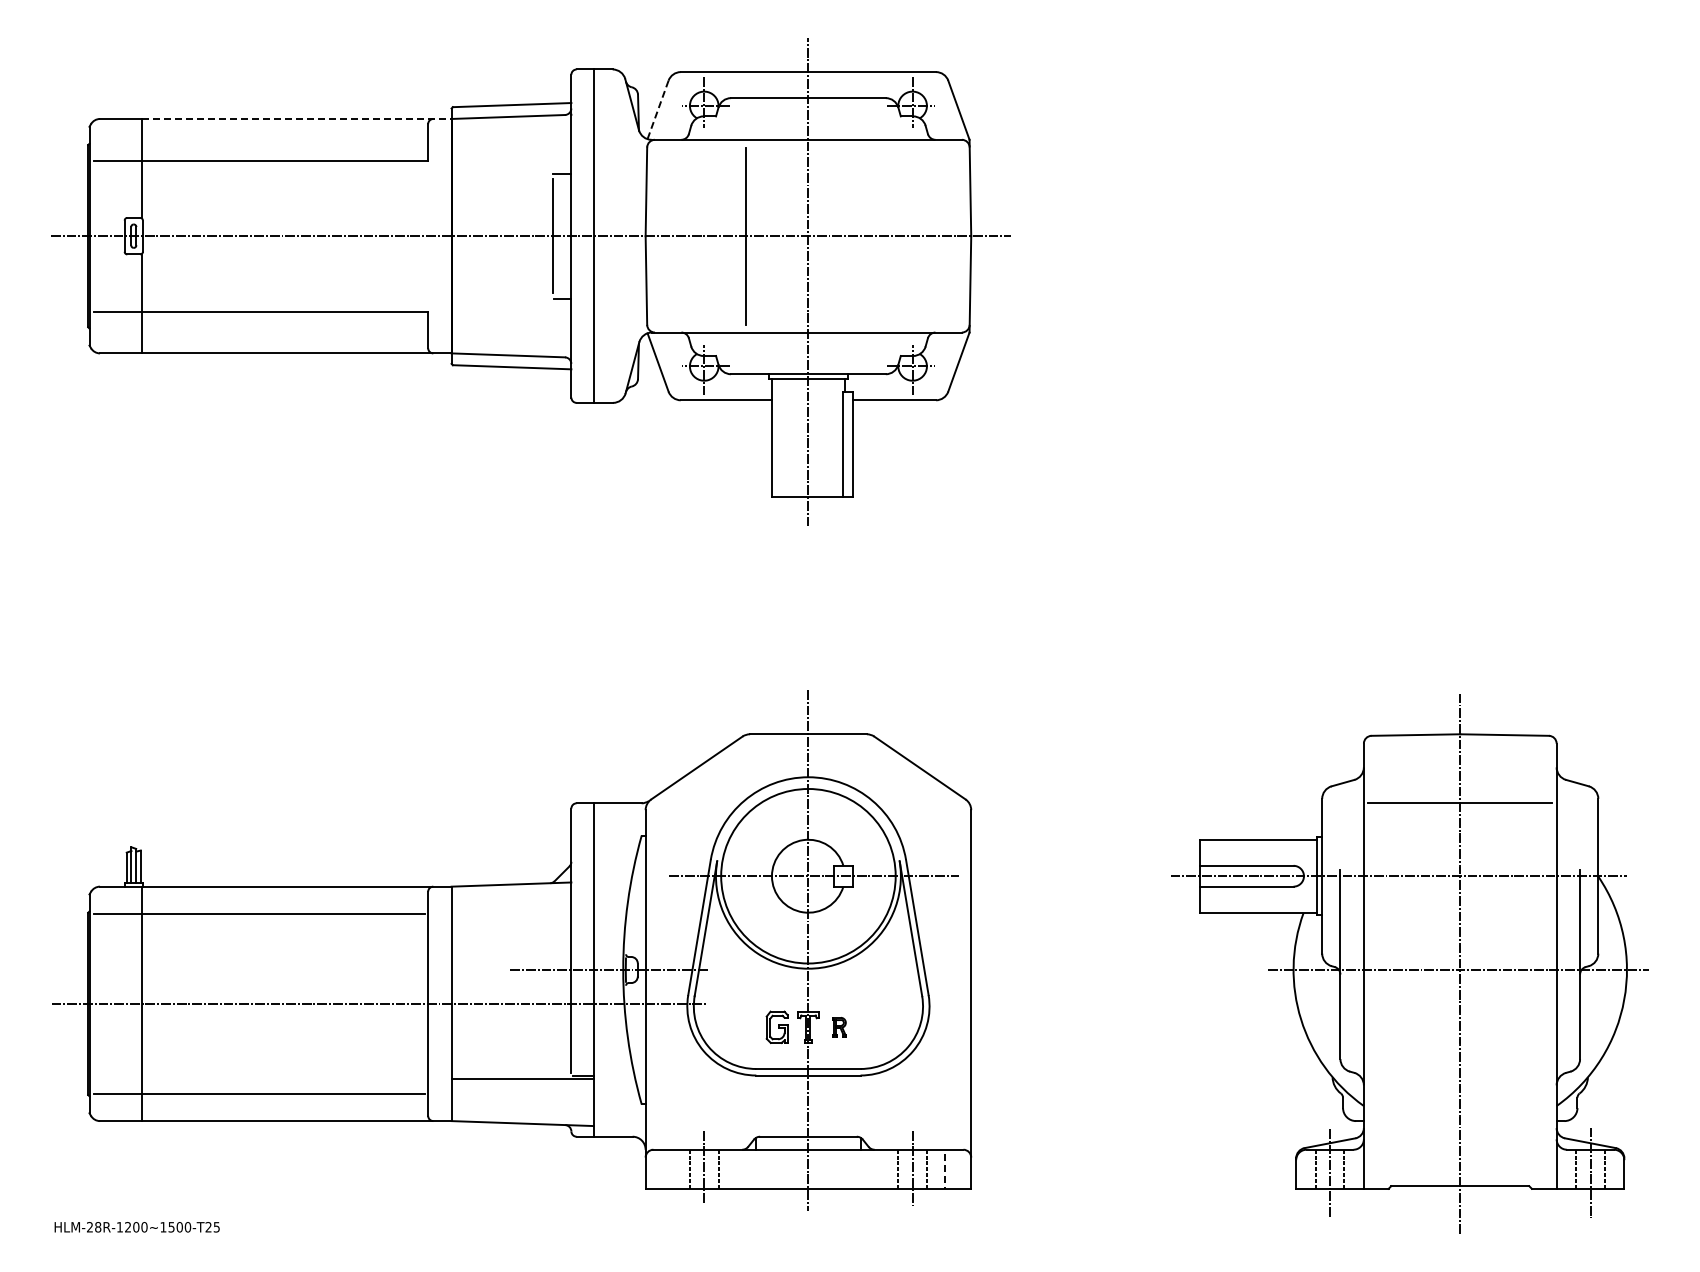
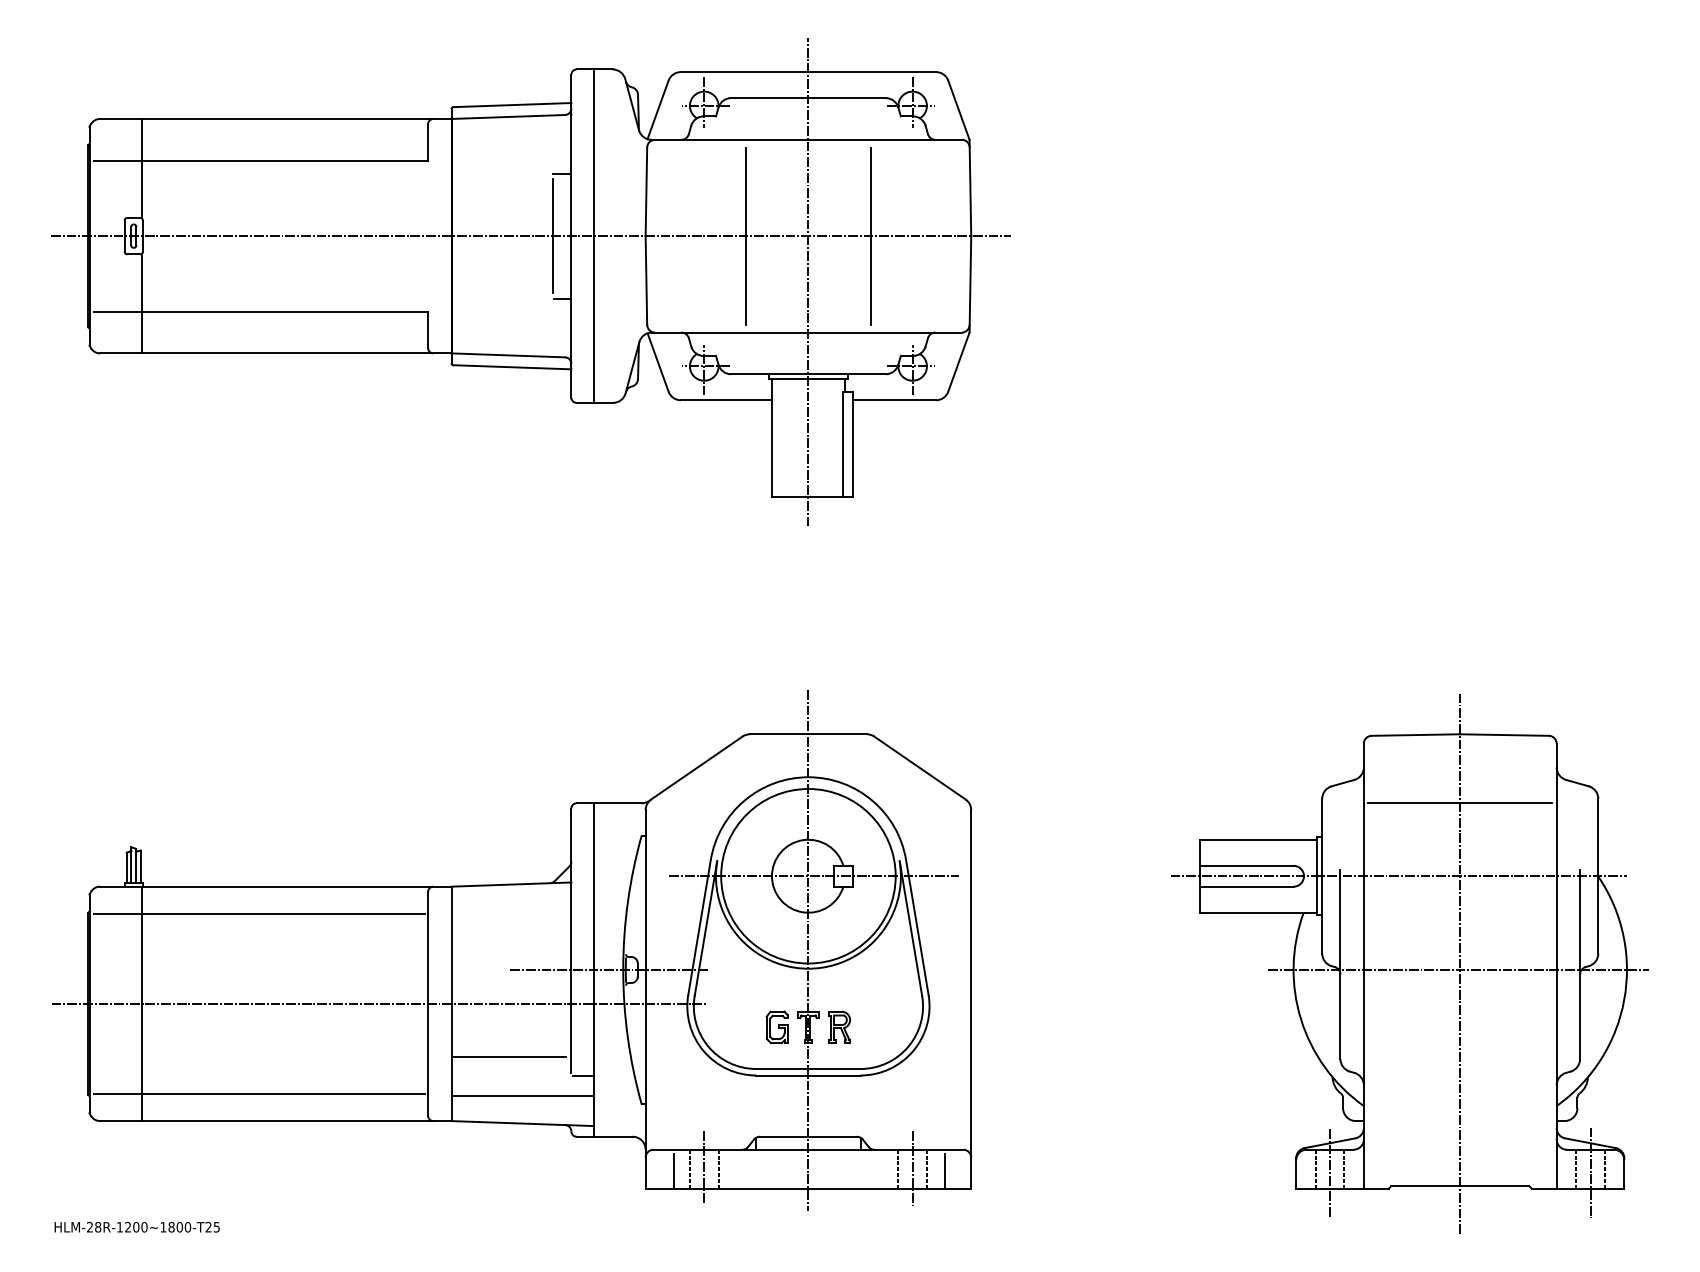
line at (657, 110): dashed -> solid
line at (296, 118): dashed -> solid
line at (870, 235): none -> present
part at (839, 1027) size: 15x21 px -> 23x34 px
line at (508, 1057): none -> present
line at (522, 1079) position: (522, 1079) -> (522, 1096)
line at (674, 1170): none -> present
line at (945, 1171): dashed -> solid
text at (171, 1227): HLM-28R-1200~1500-T25 -> HLM-28R-1200~1800-T25
